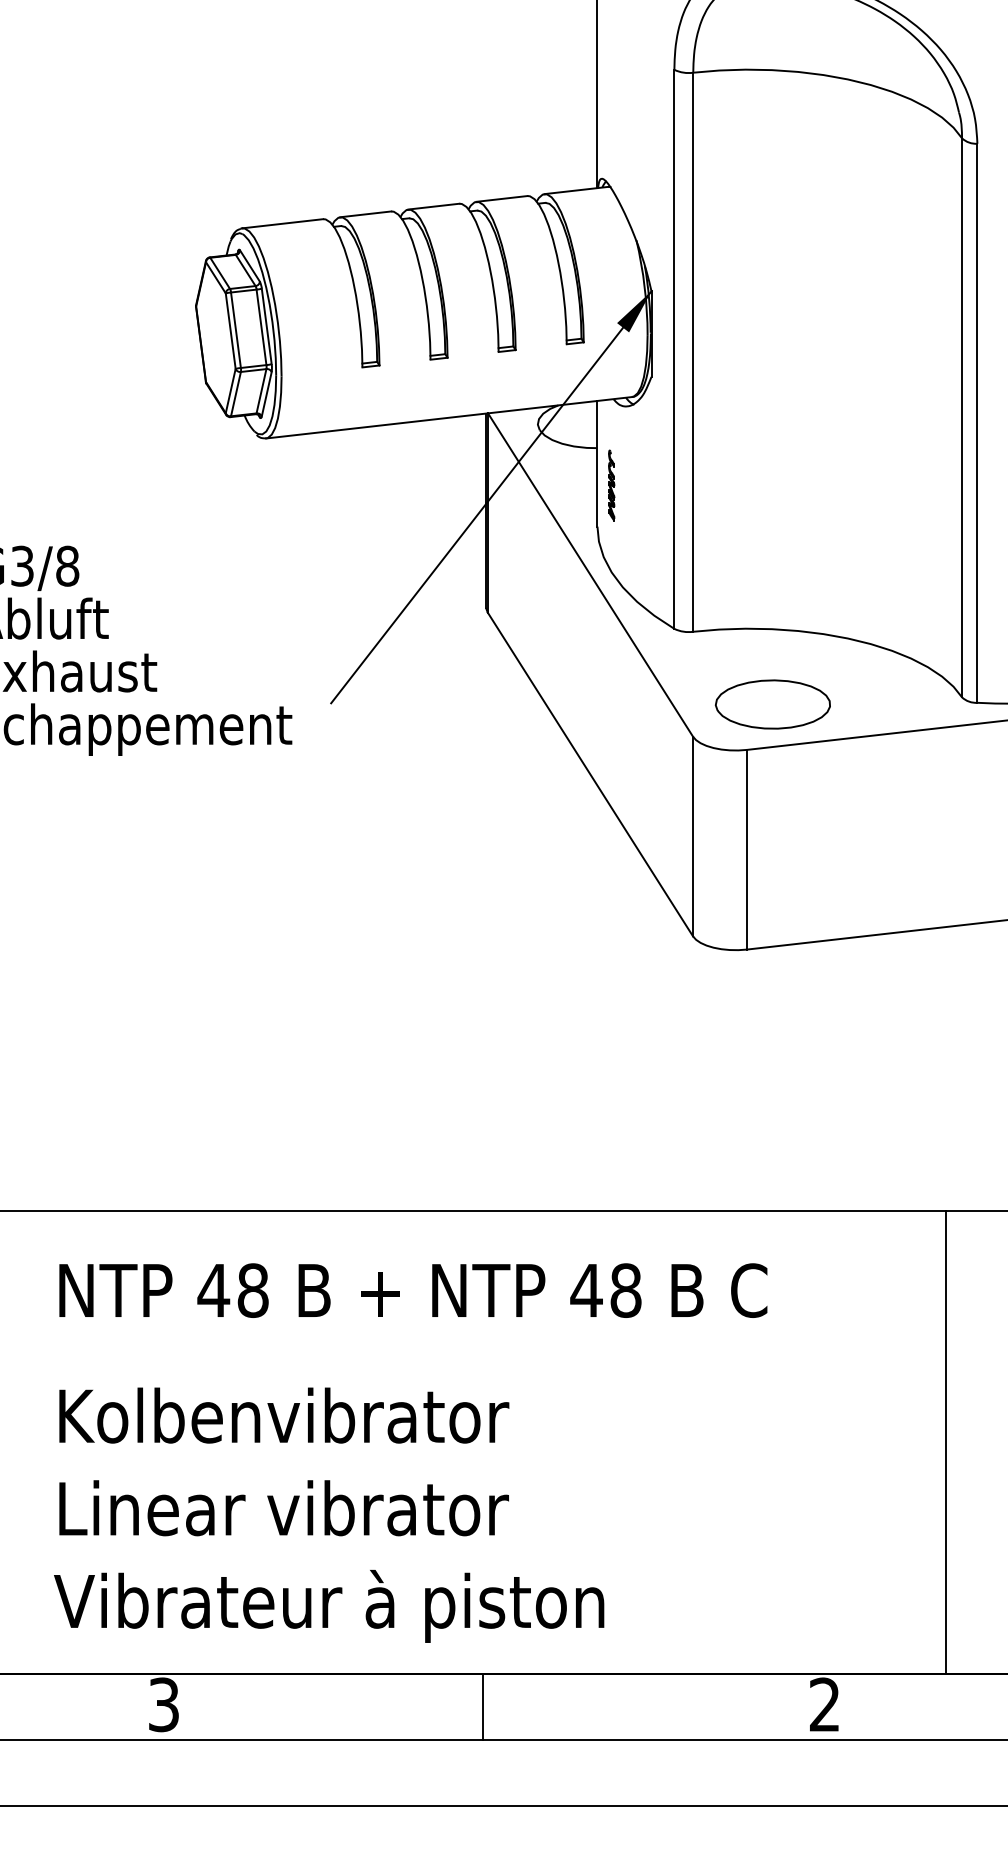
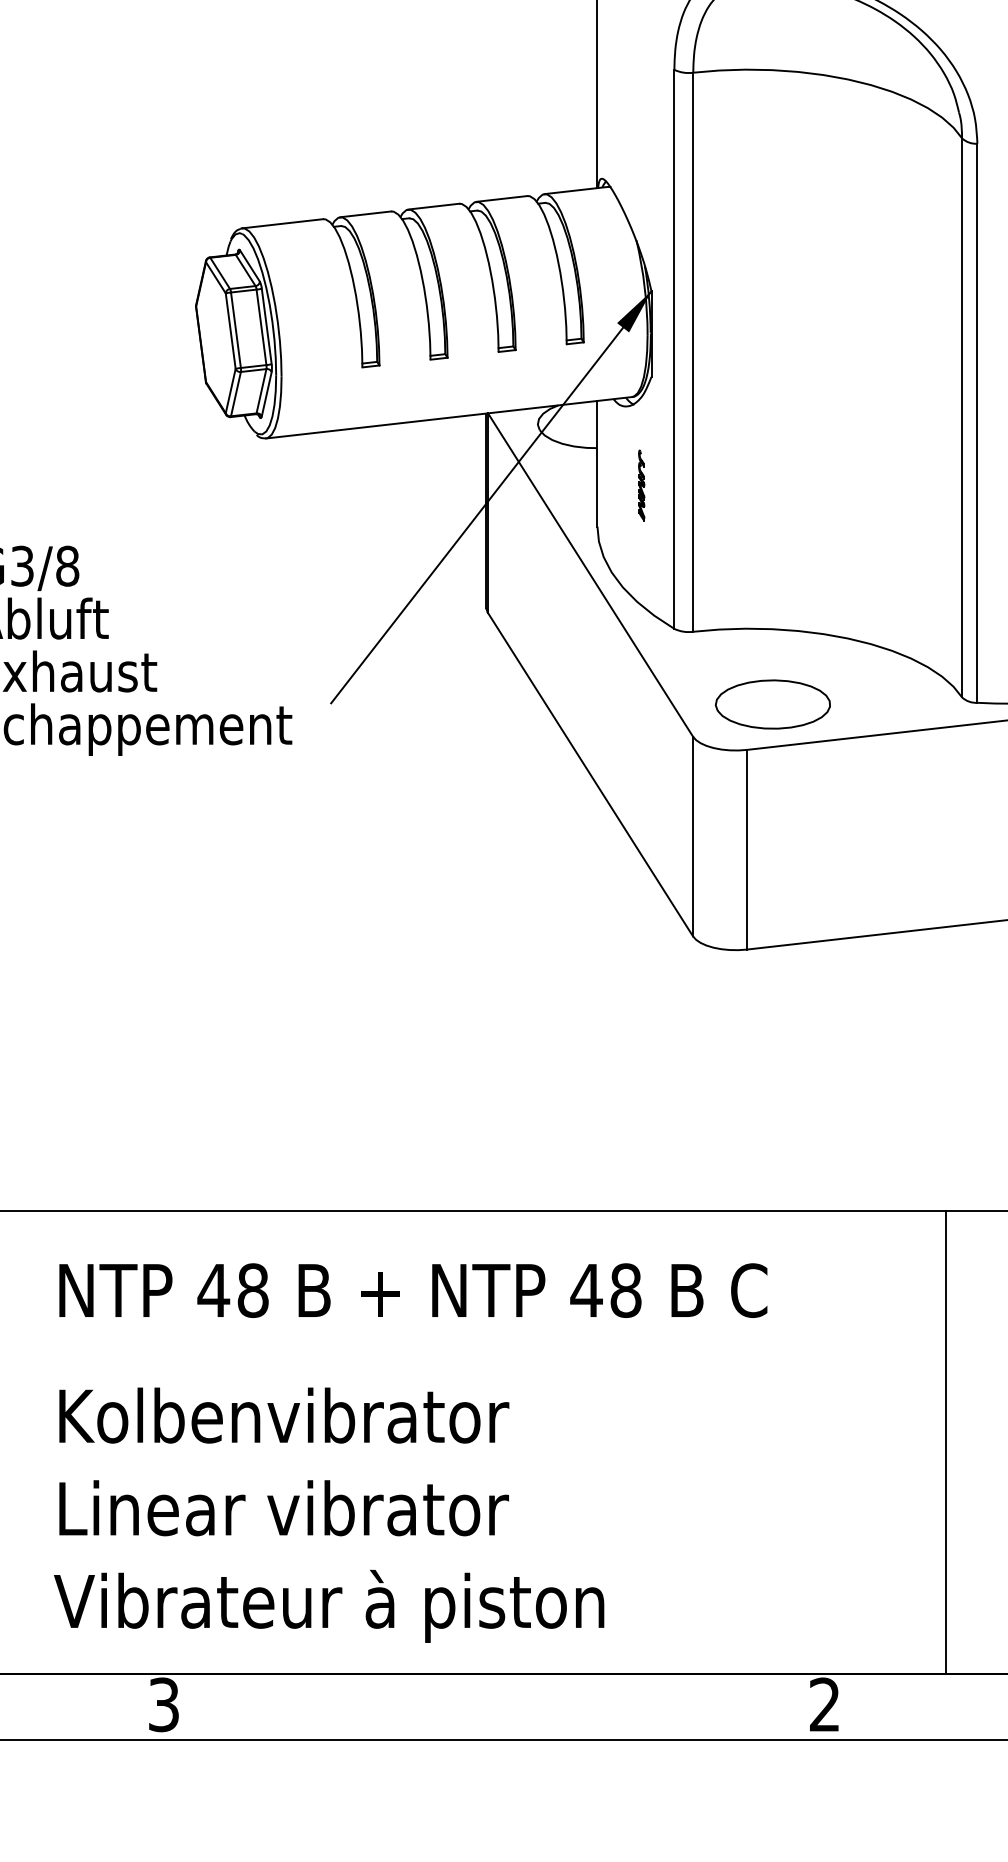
part at (611, 485) position: (611, 485) -> (641, 485)
line at (482, 1706): present -> none
line at (503, 1806): present -> none
